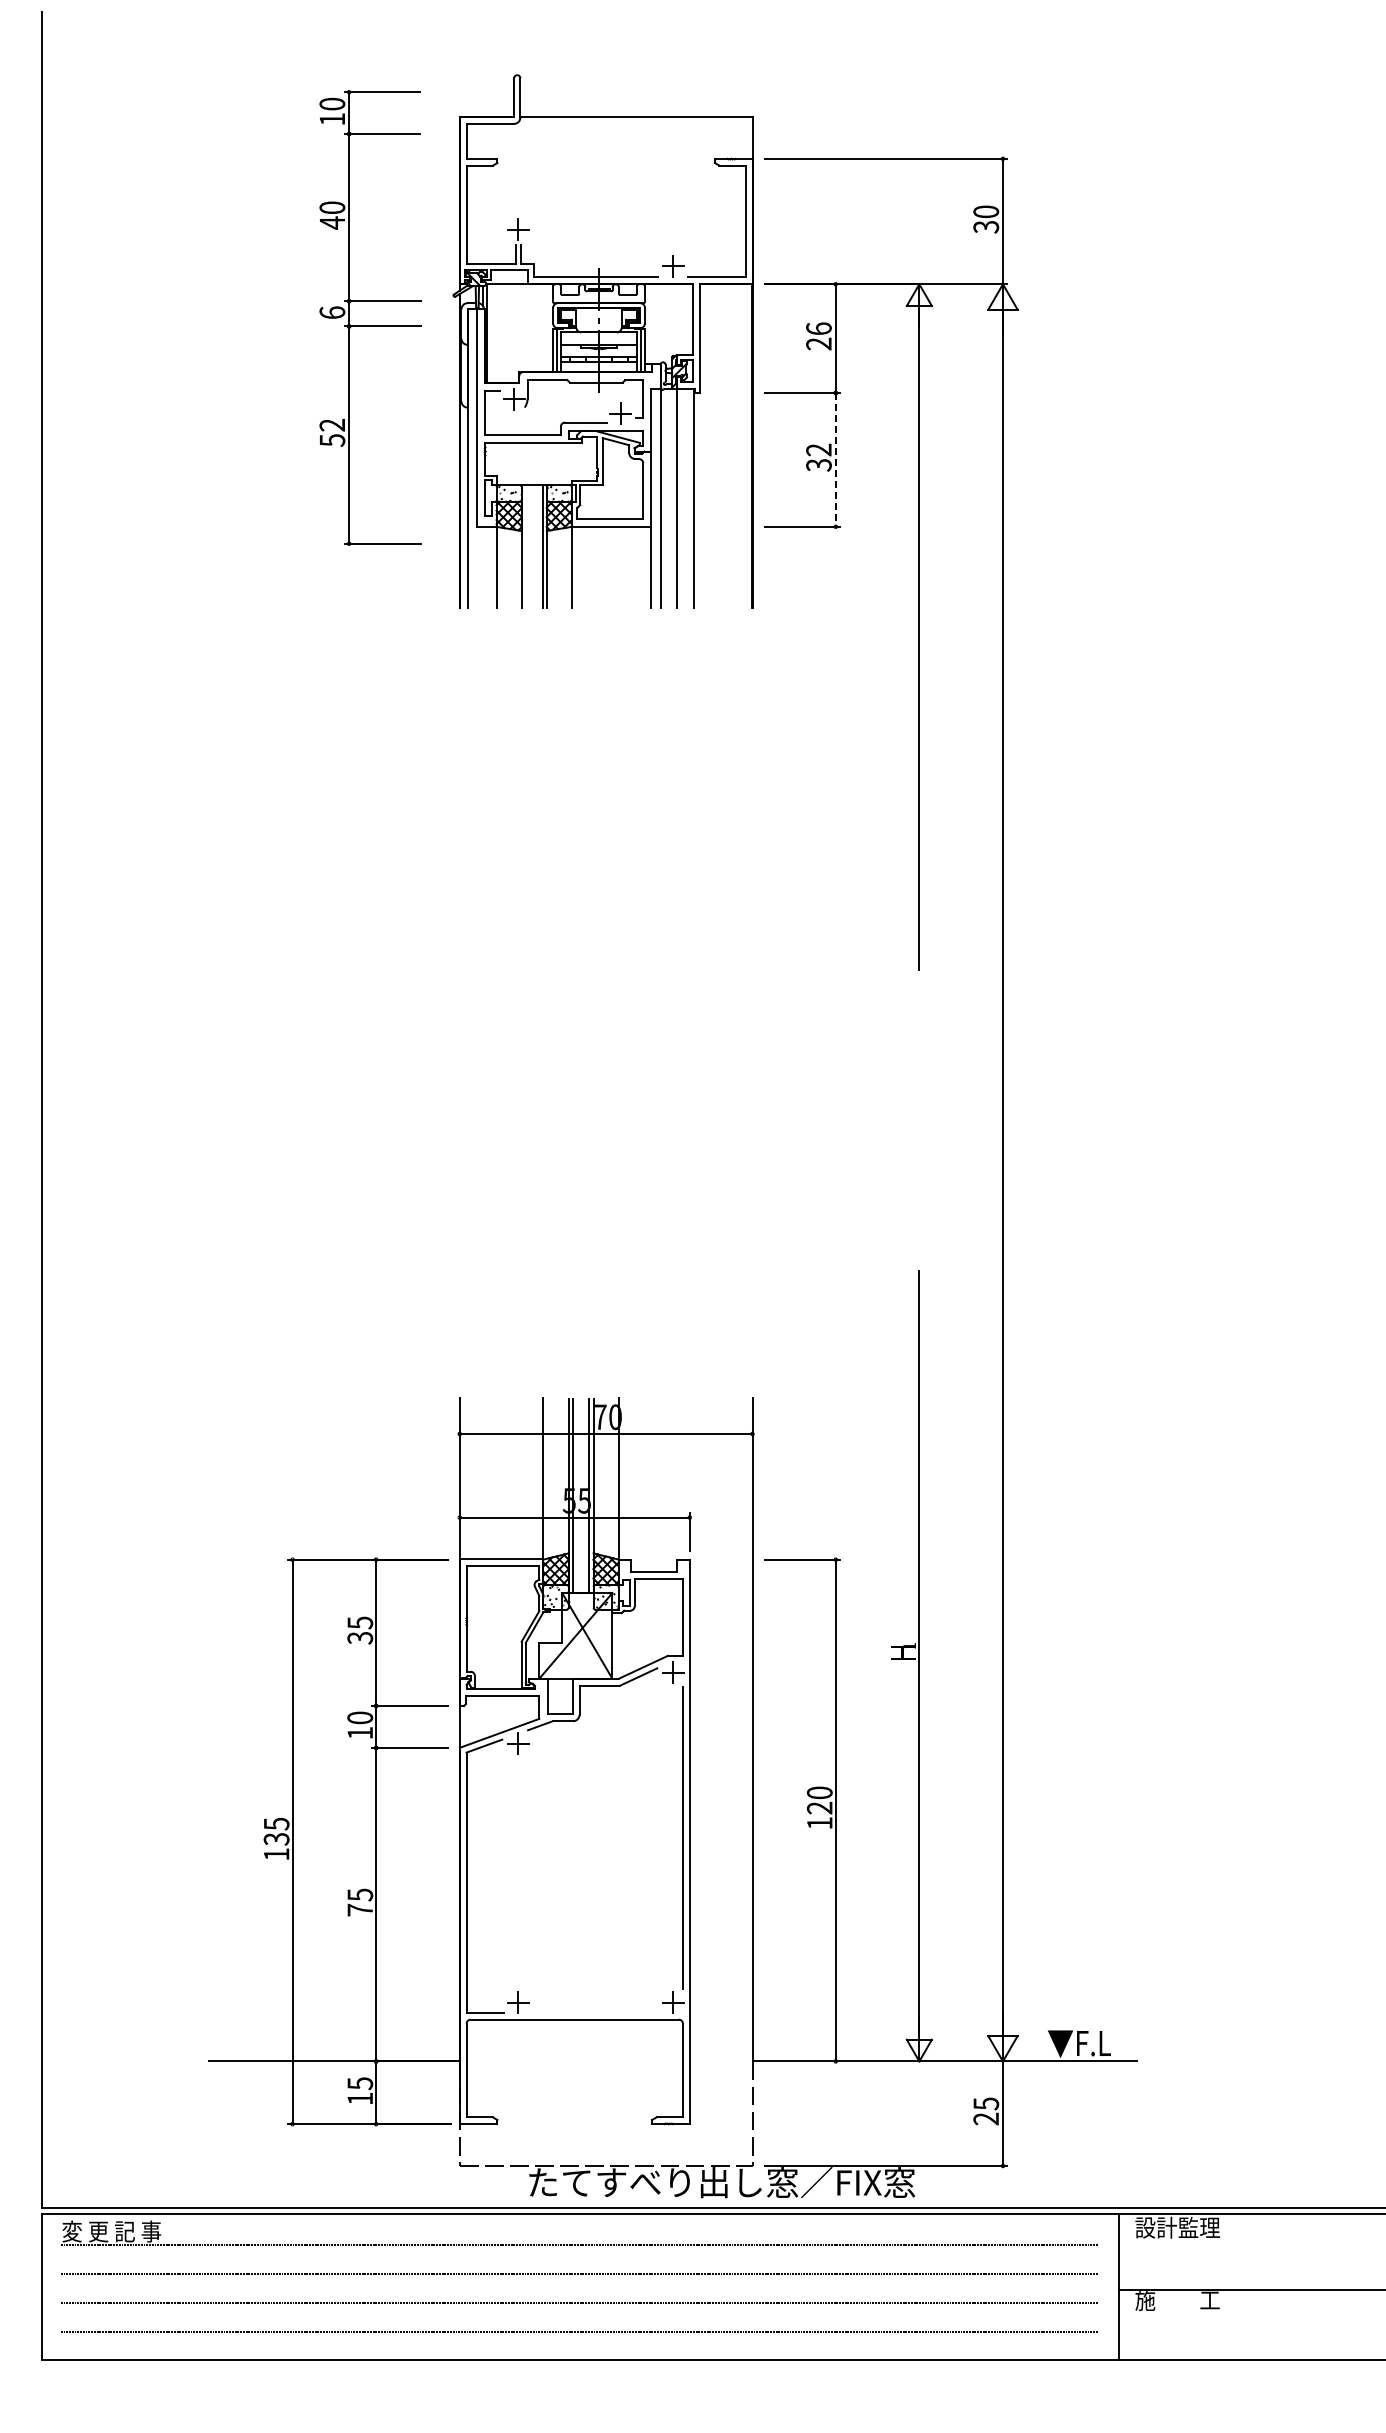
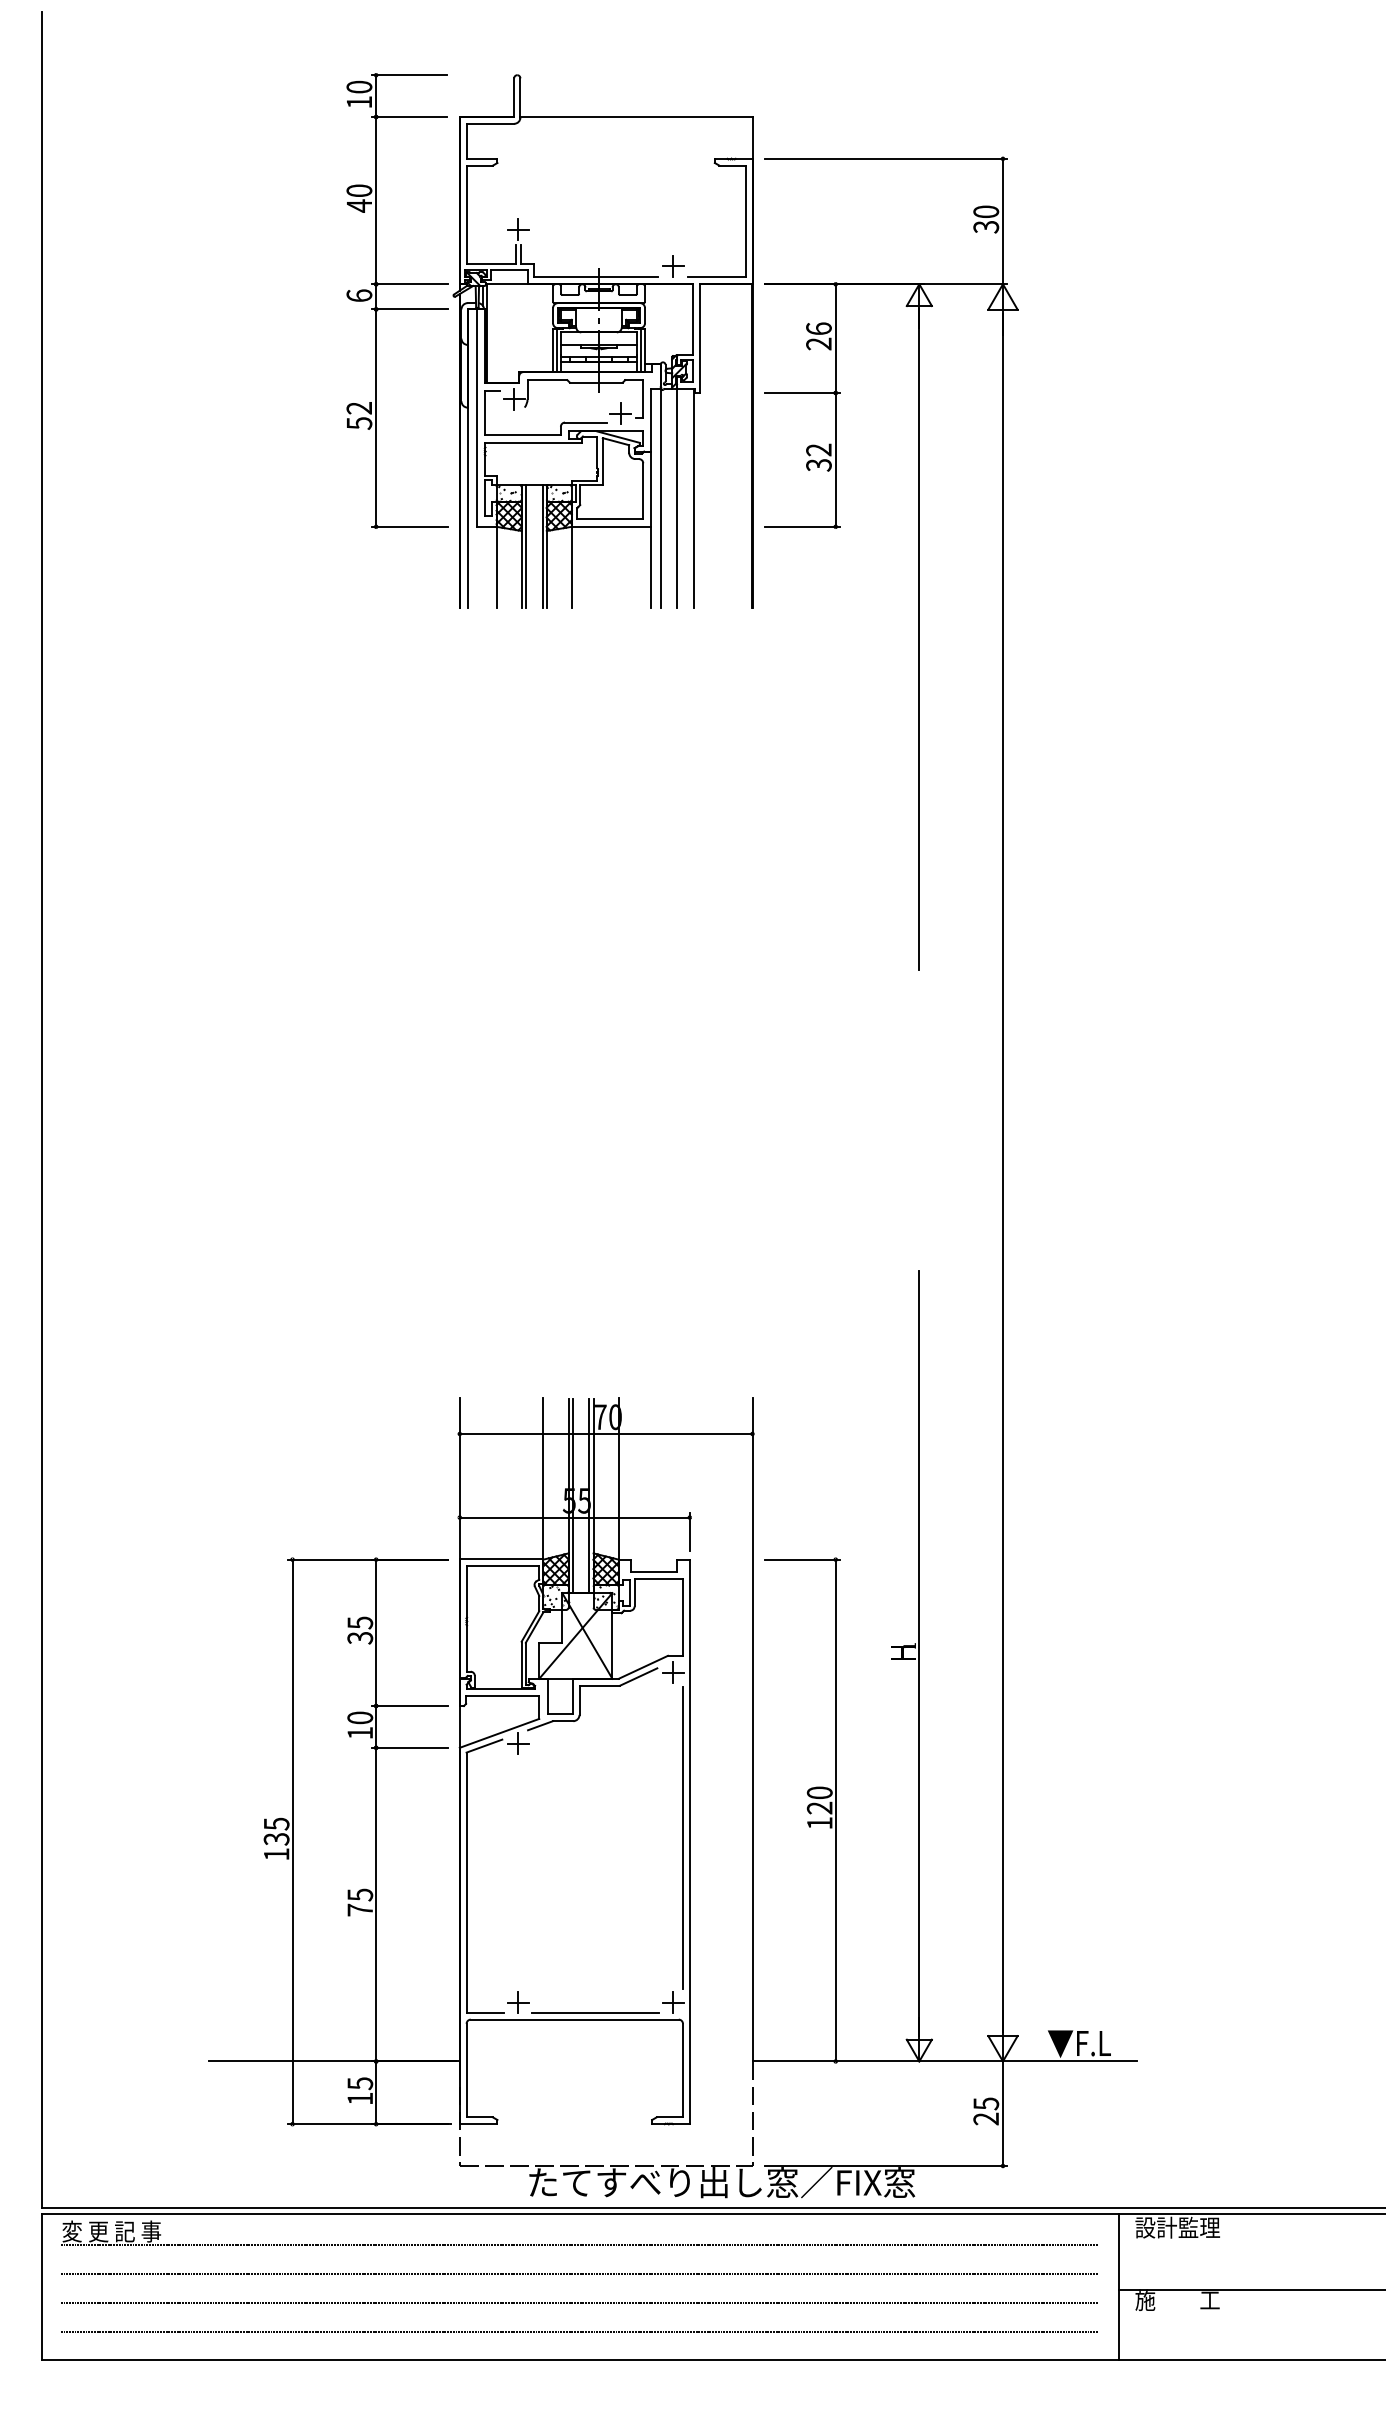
part at (370, 325) position: (370, 325) -> (397, 308)
line at (835, 459): dashed -> solid
line at (525, 546): none -> present
line at (595, 2012): none -> present
